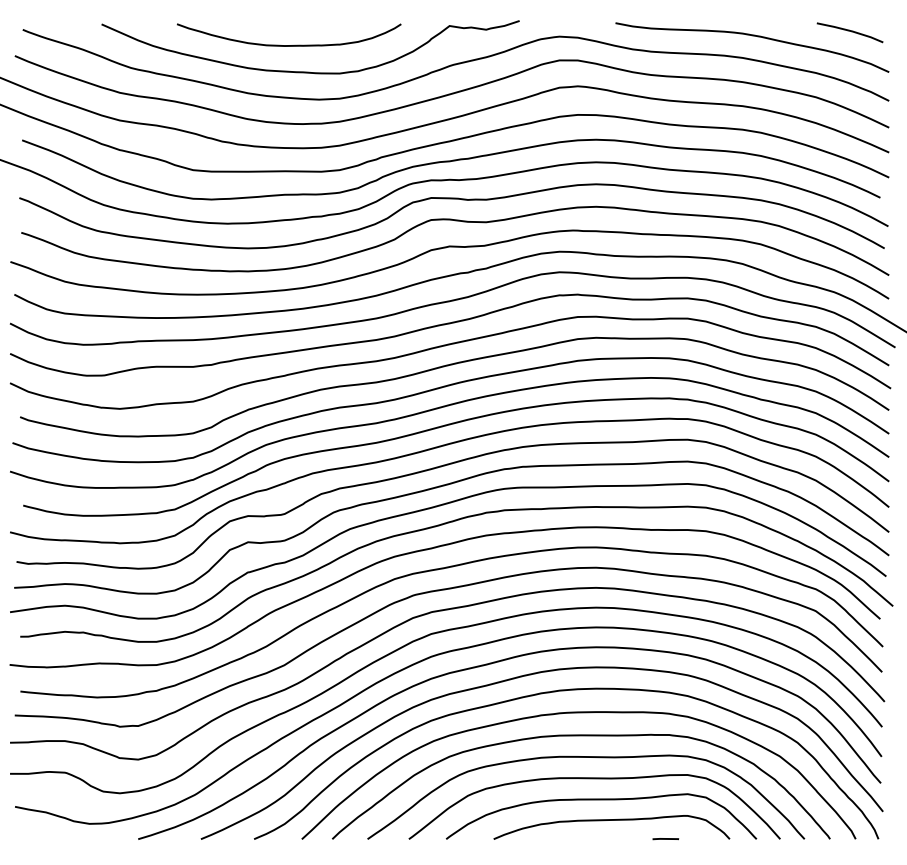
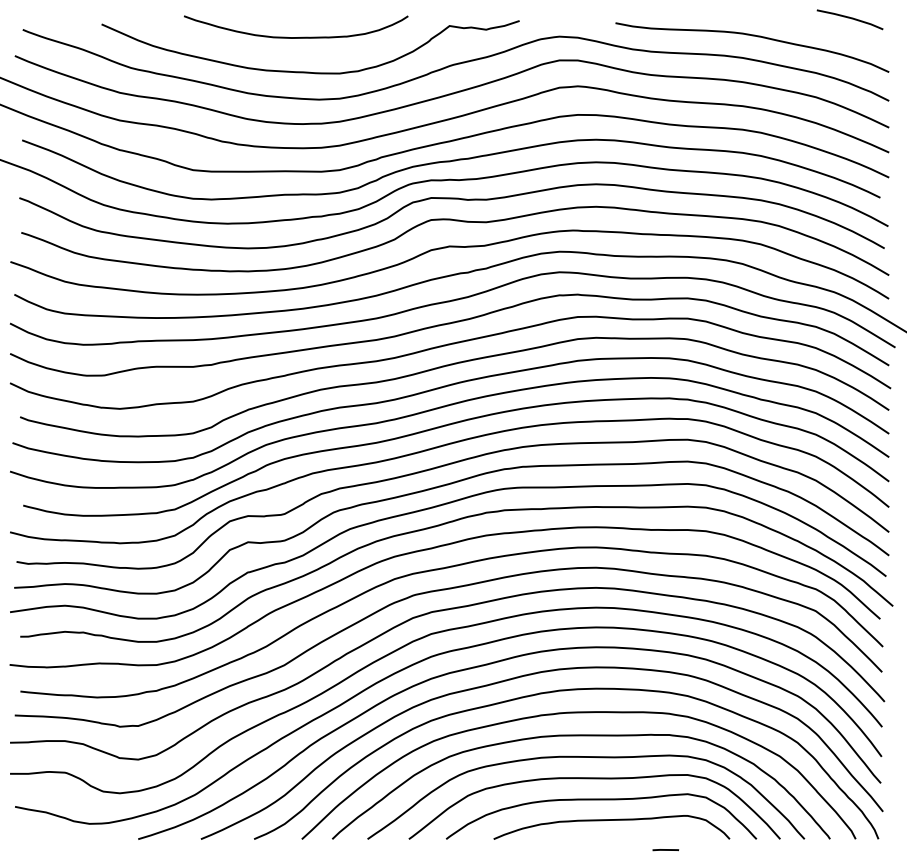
line at (849, 31) position: (849, 31) -> (849, 18)
curve at (289, 45) position: (289, 45) -> (296, 37)
line at (665, 839) position: (665, 839) -> (665, 850)
